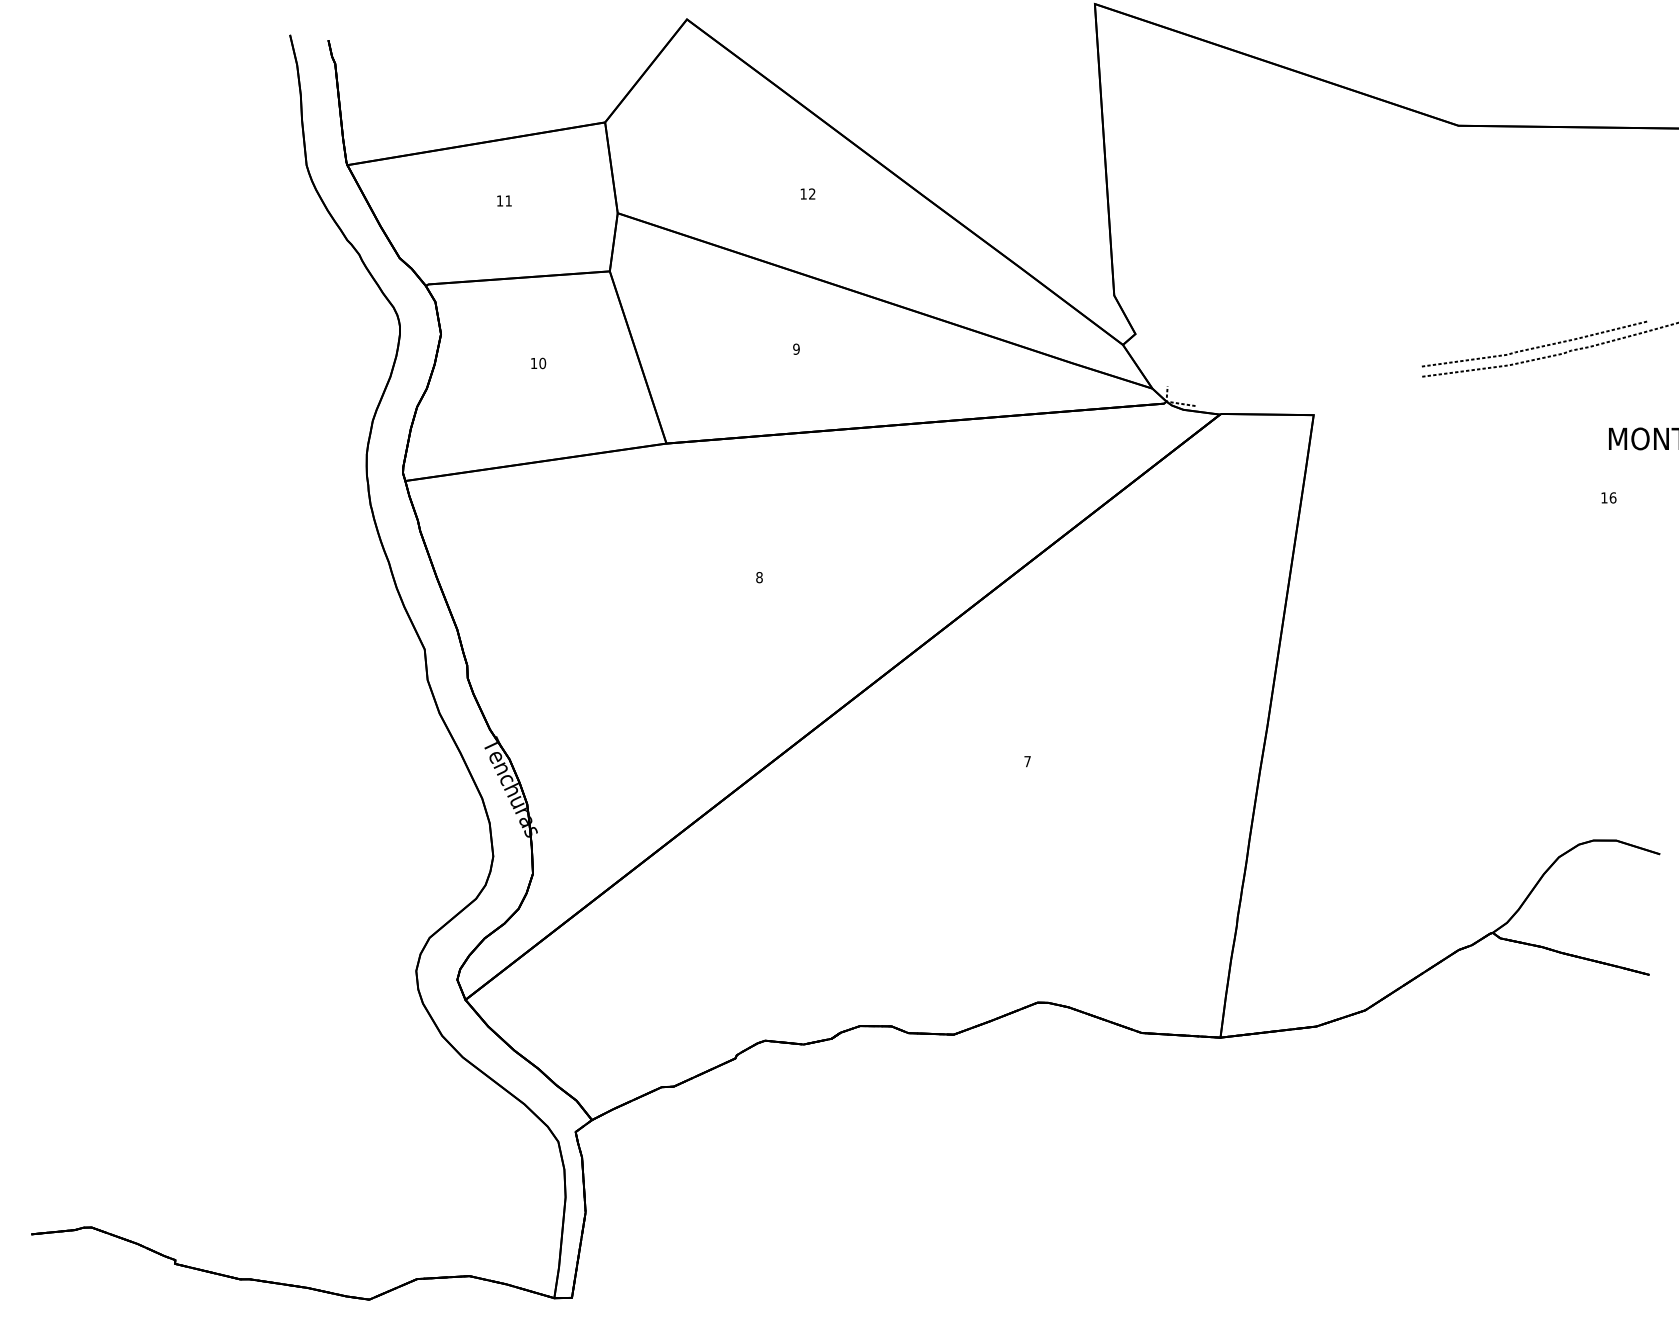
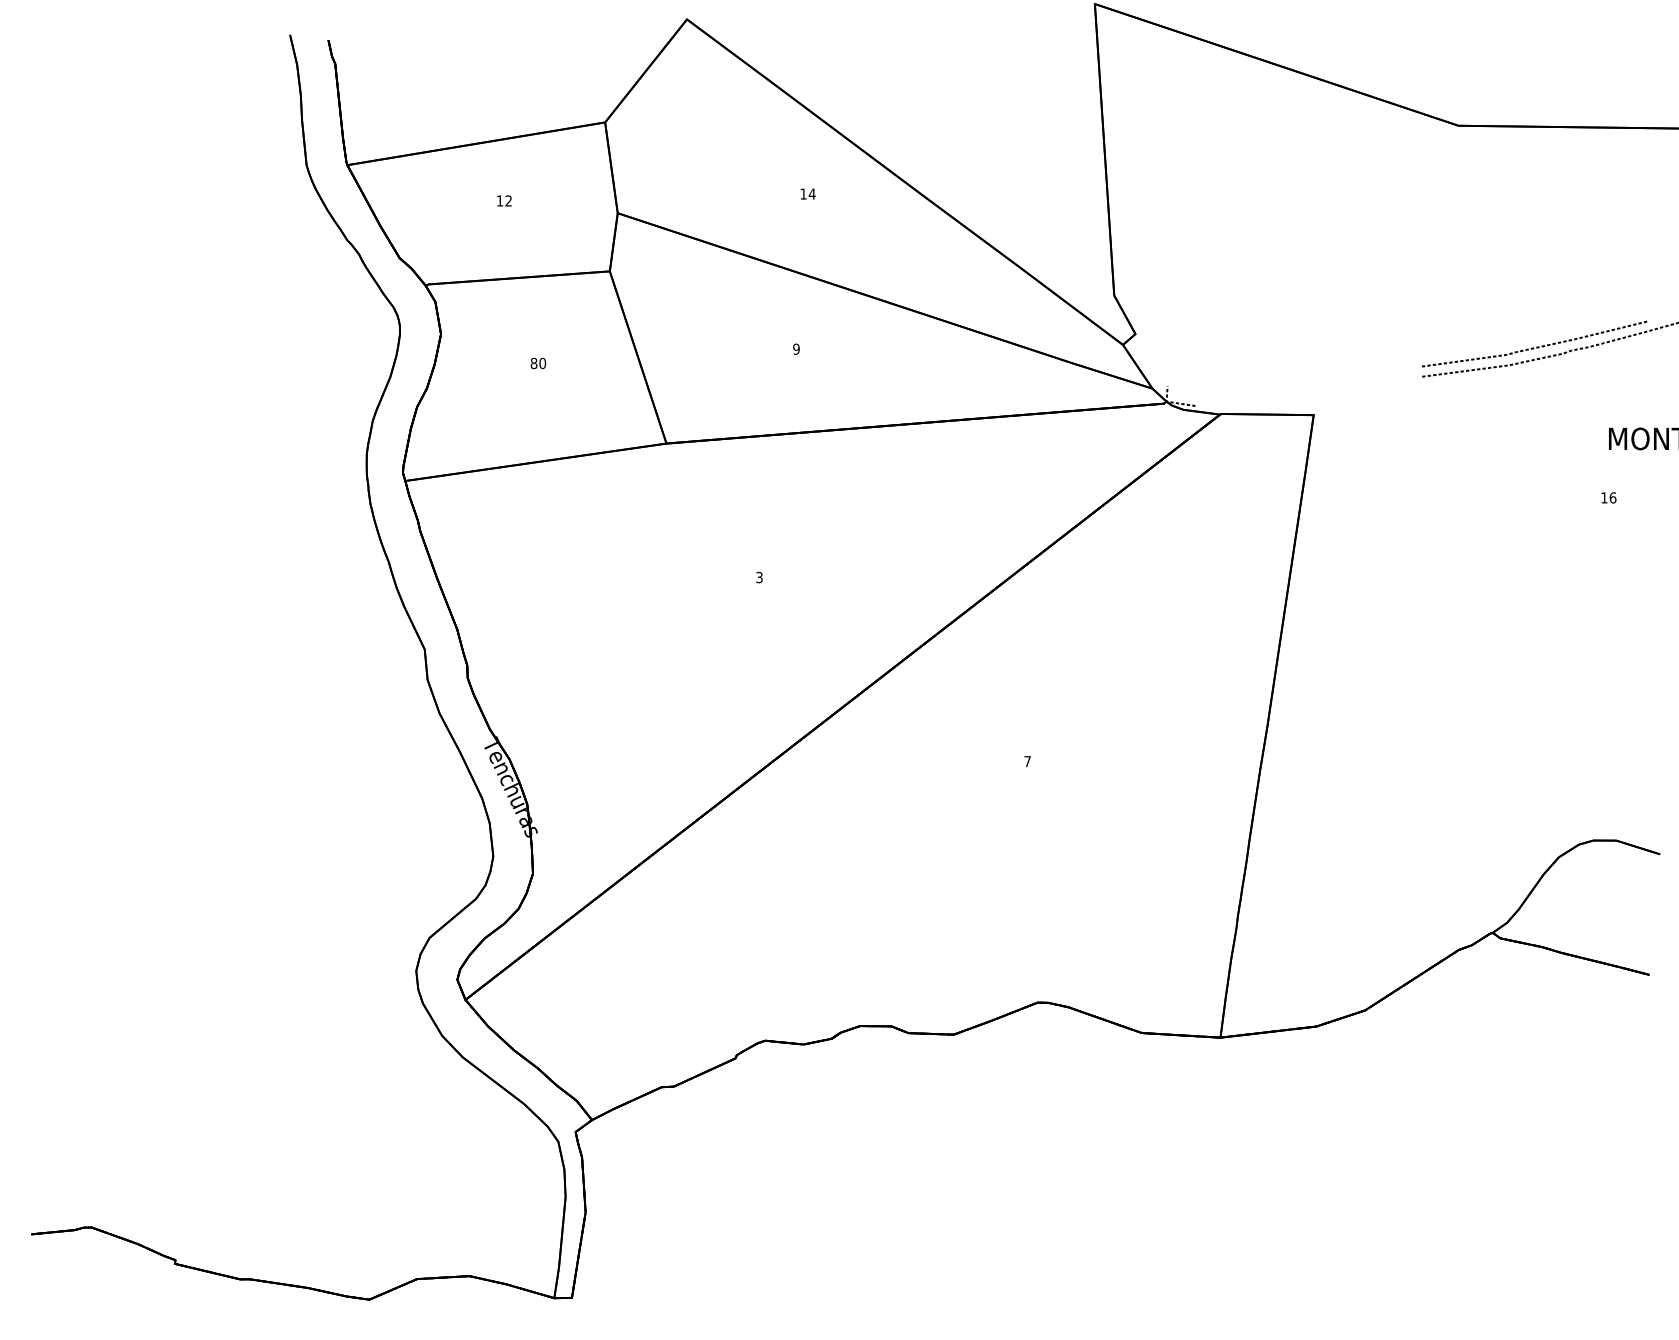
text at (811, 193): 12 -> 14
text at (508, 200): 11 -> 12
text at (533, 363): 10 -> 80
text at (759, 577): 8 -> 3
